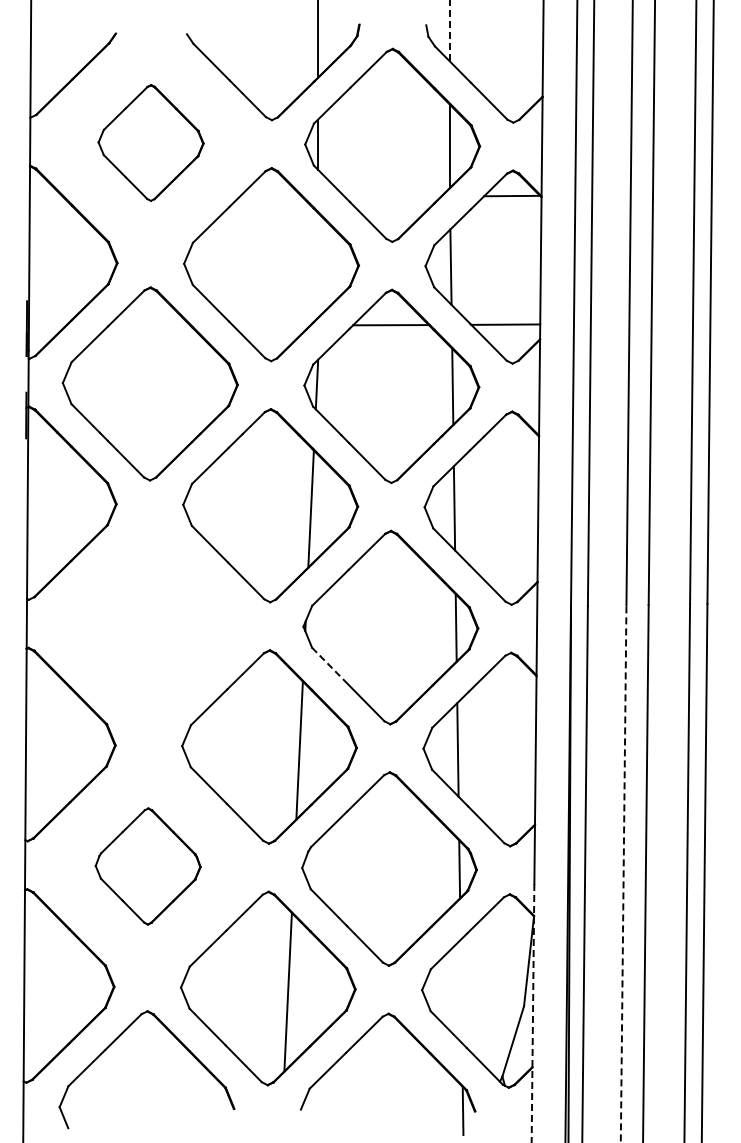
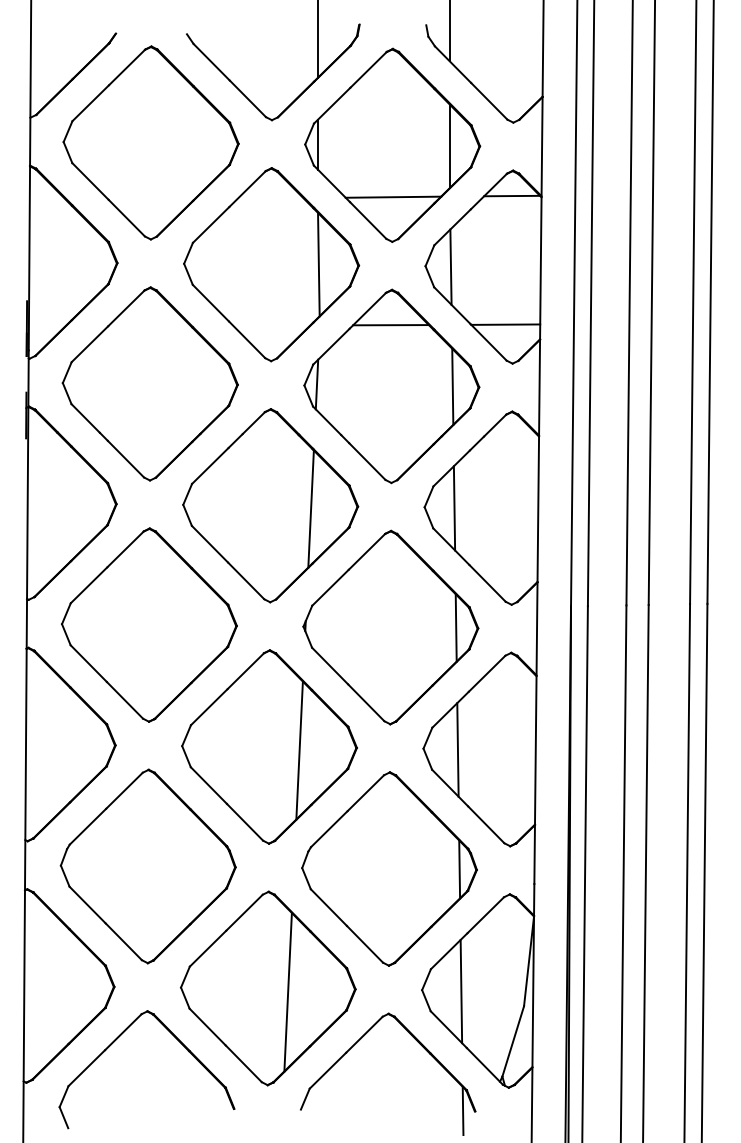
line at (449, 30): dashed -> solid
part at (150, 142) size: 108x118 px -> 178x196 px
line at (393, 196): none -> present
line at (318, 264): none -> present
part at (149, 624): none -> present
line at (330, 666): dashed -> solid
part at (147, 866) size: 108x119 px -> 178x197 px
line at (623, 873): dashed -> solid
line at (461, 991): none -> present
line at (533, 1013): dashed -> solid
